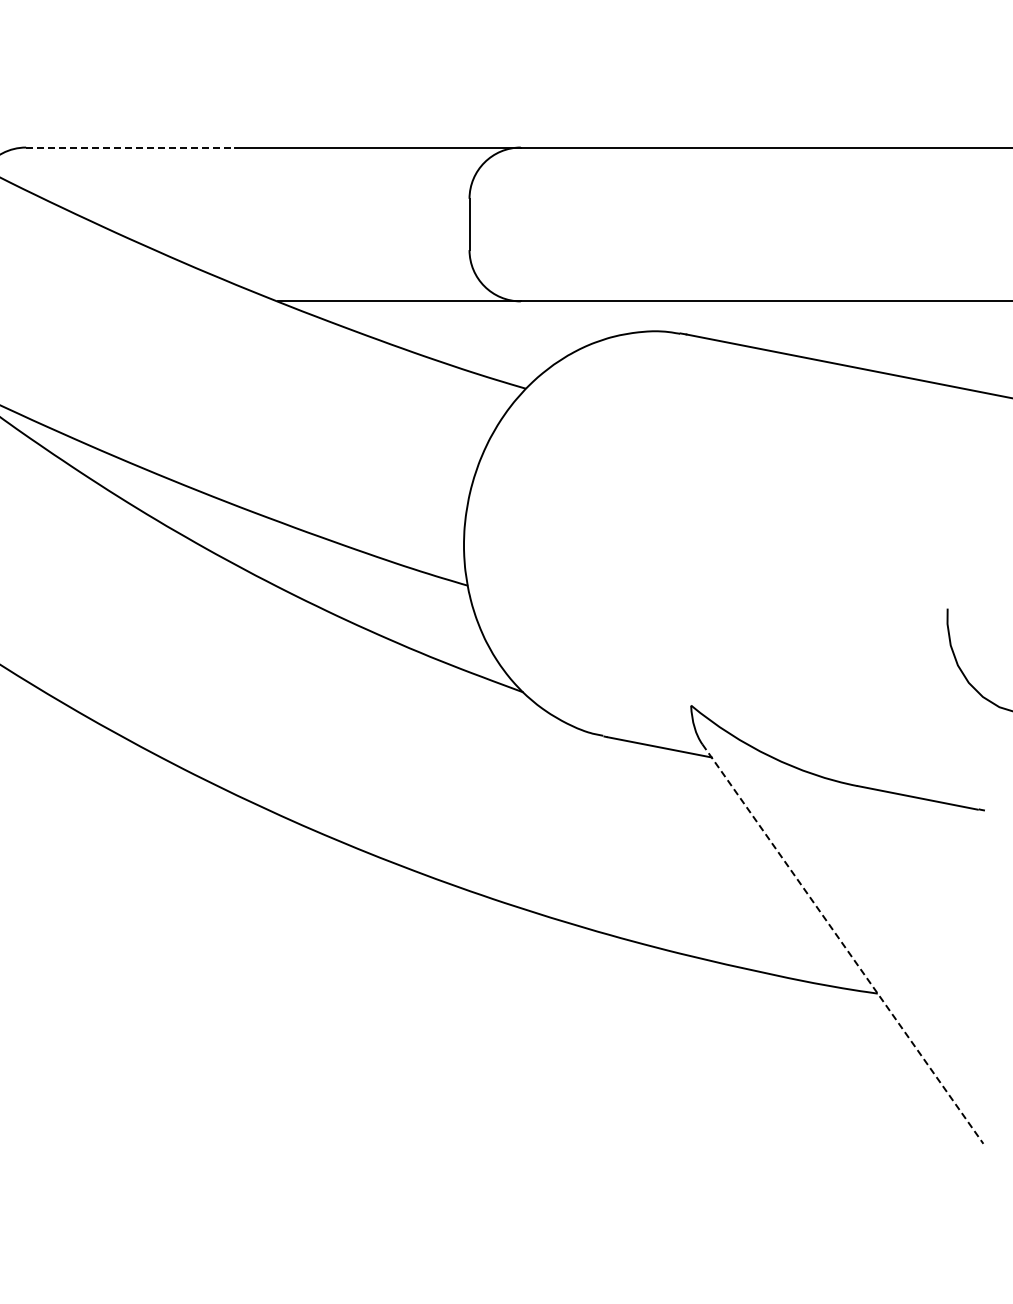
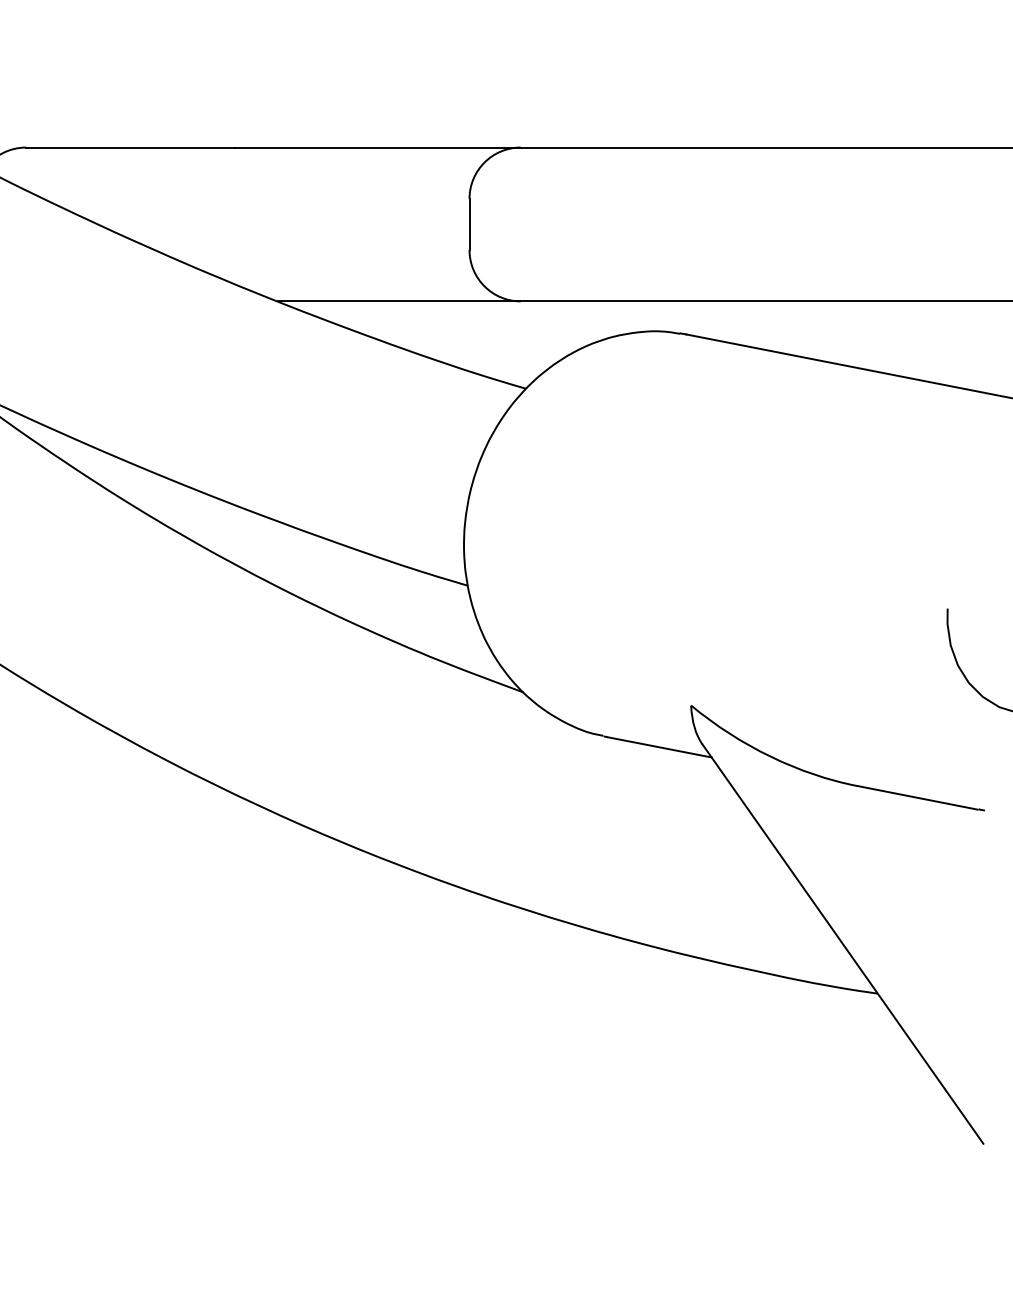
line at (130, 147): dashed -> solid
line at (843, 944): dashed -> solid
